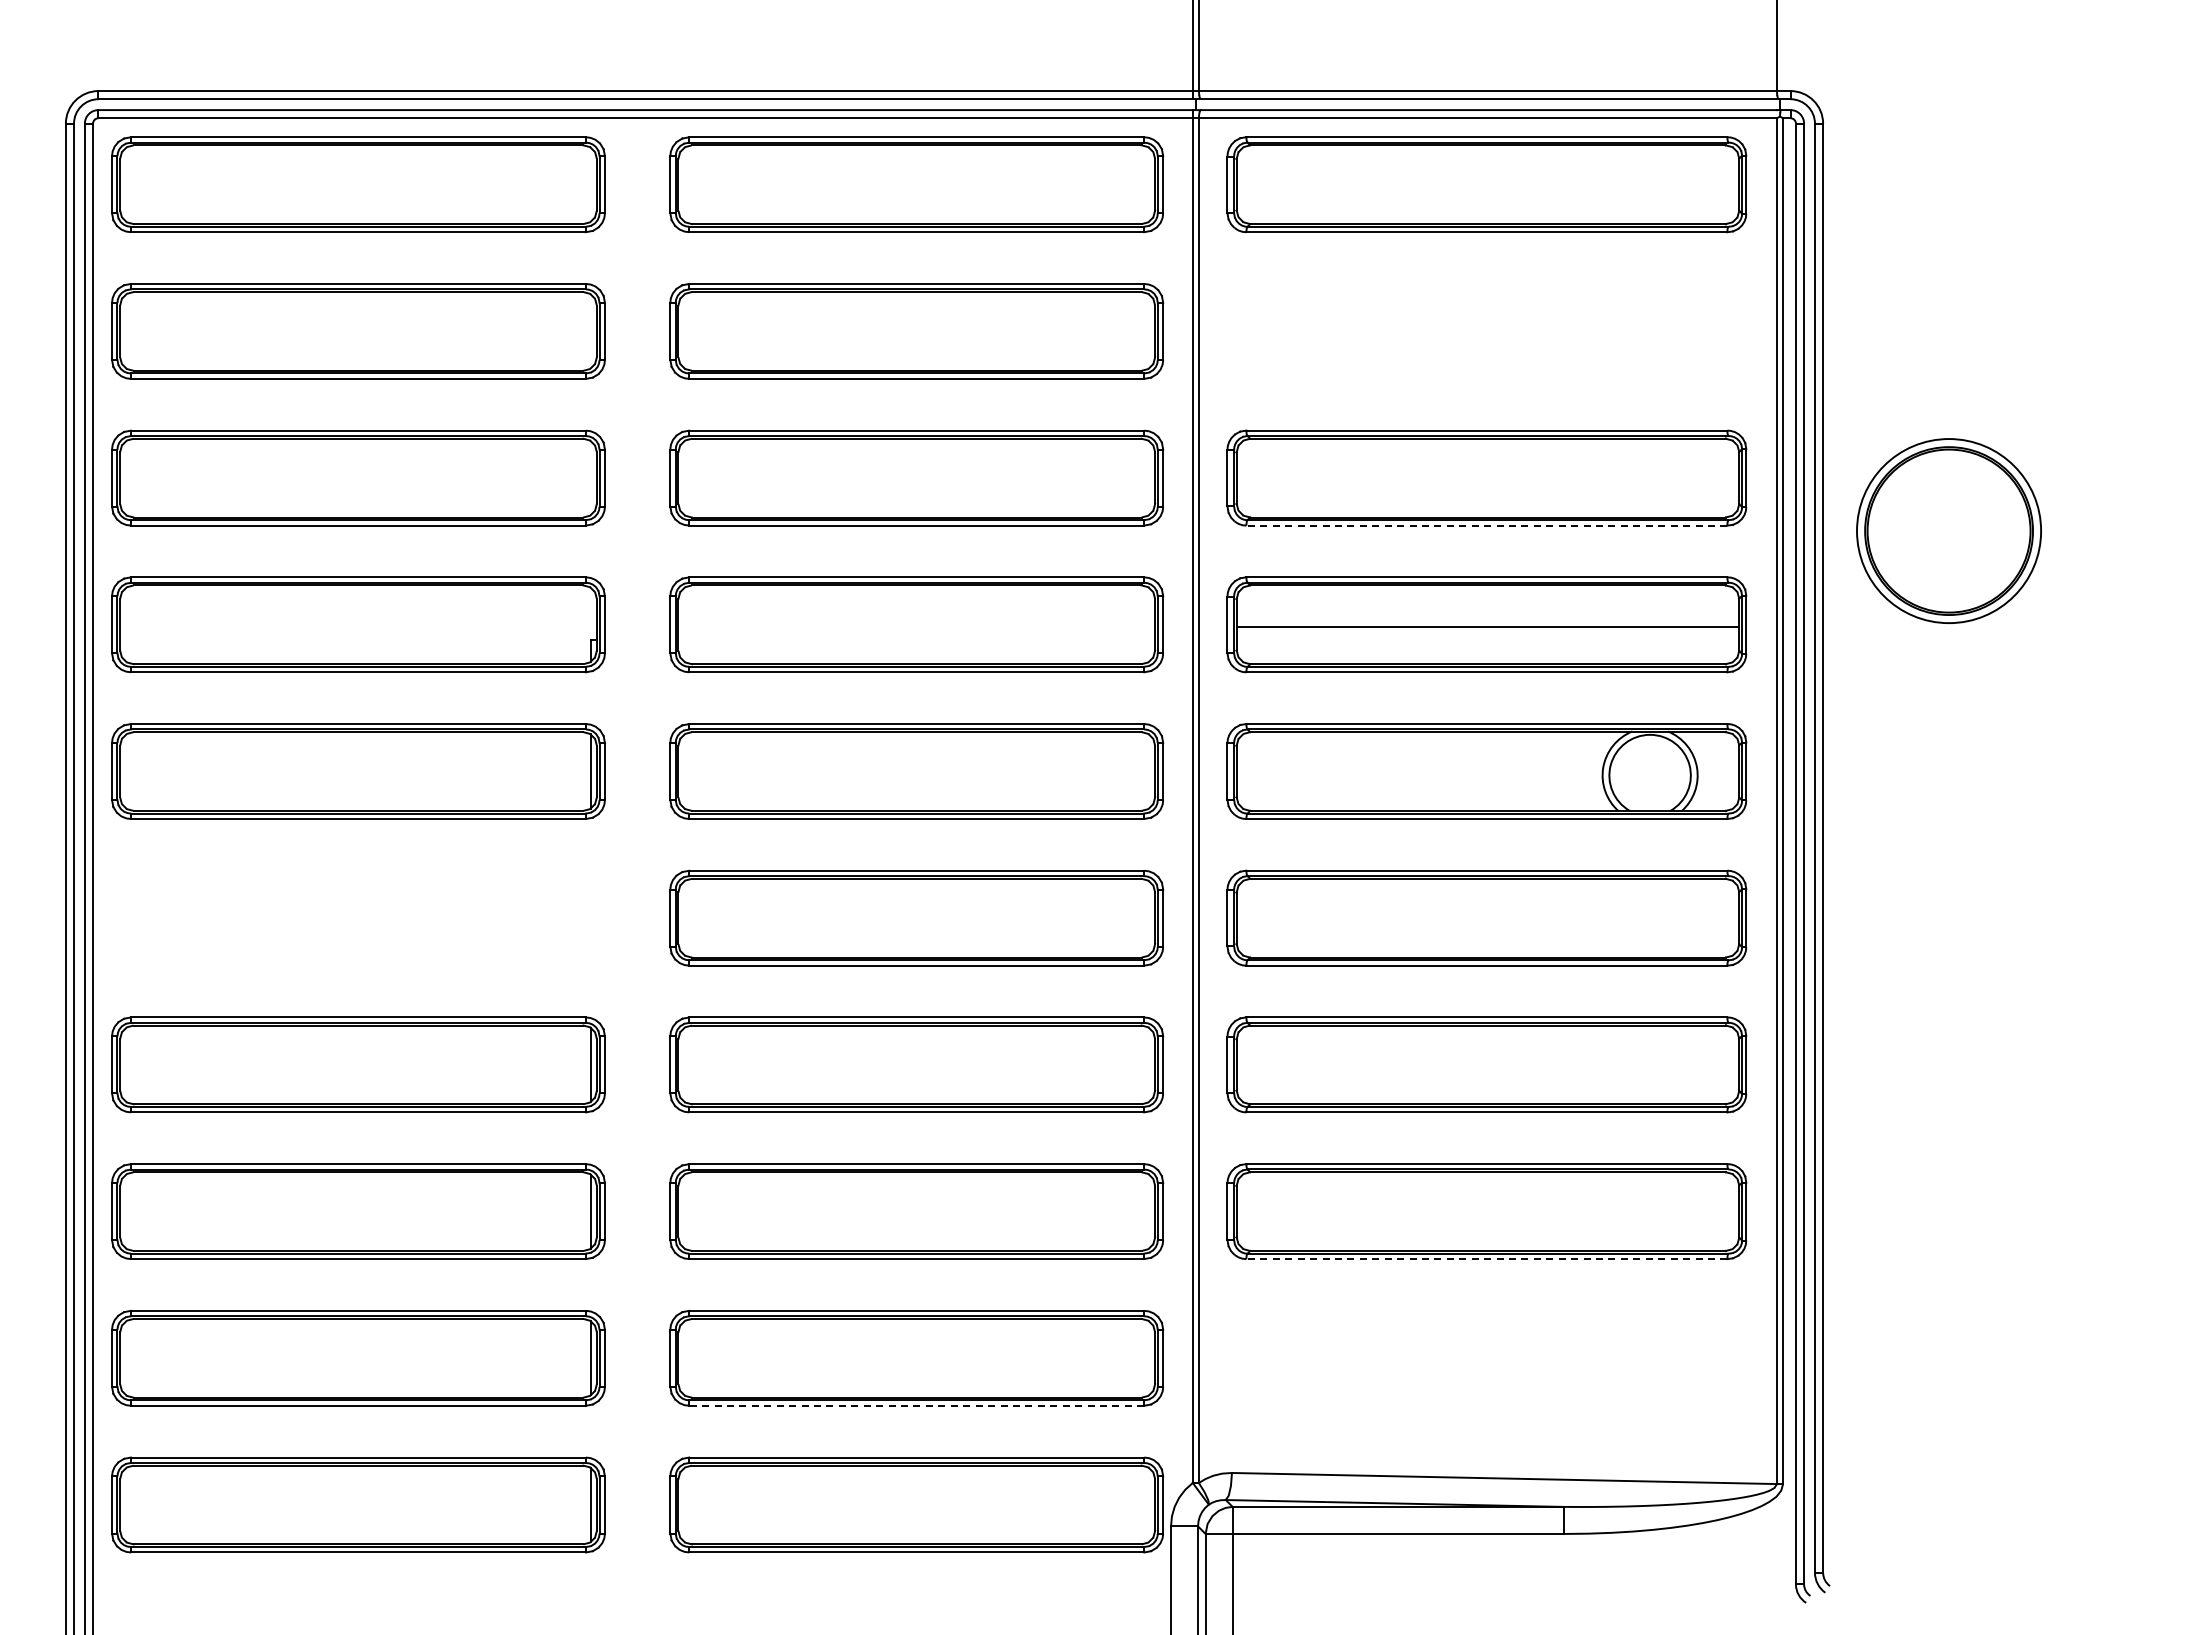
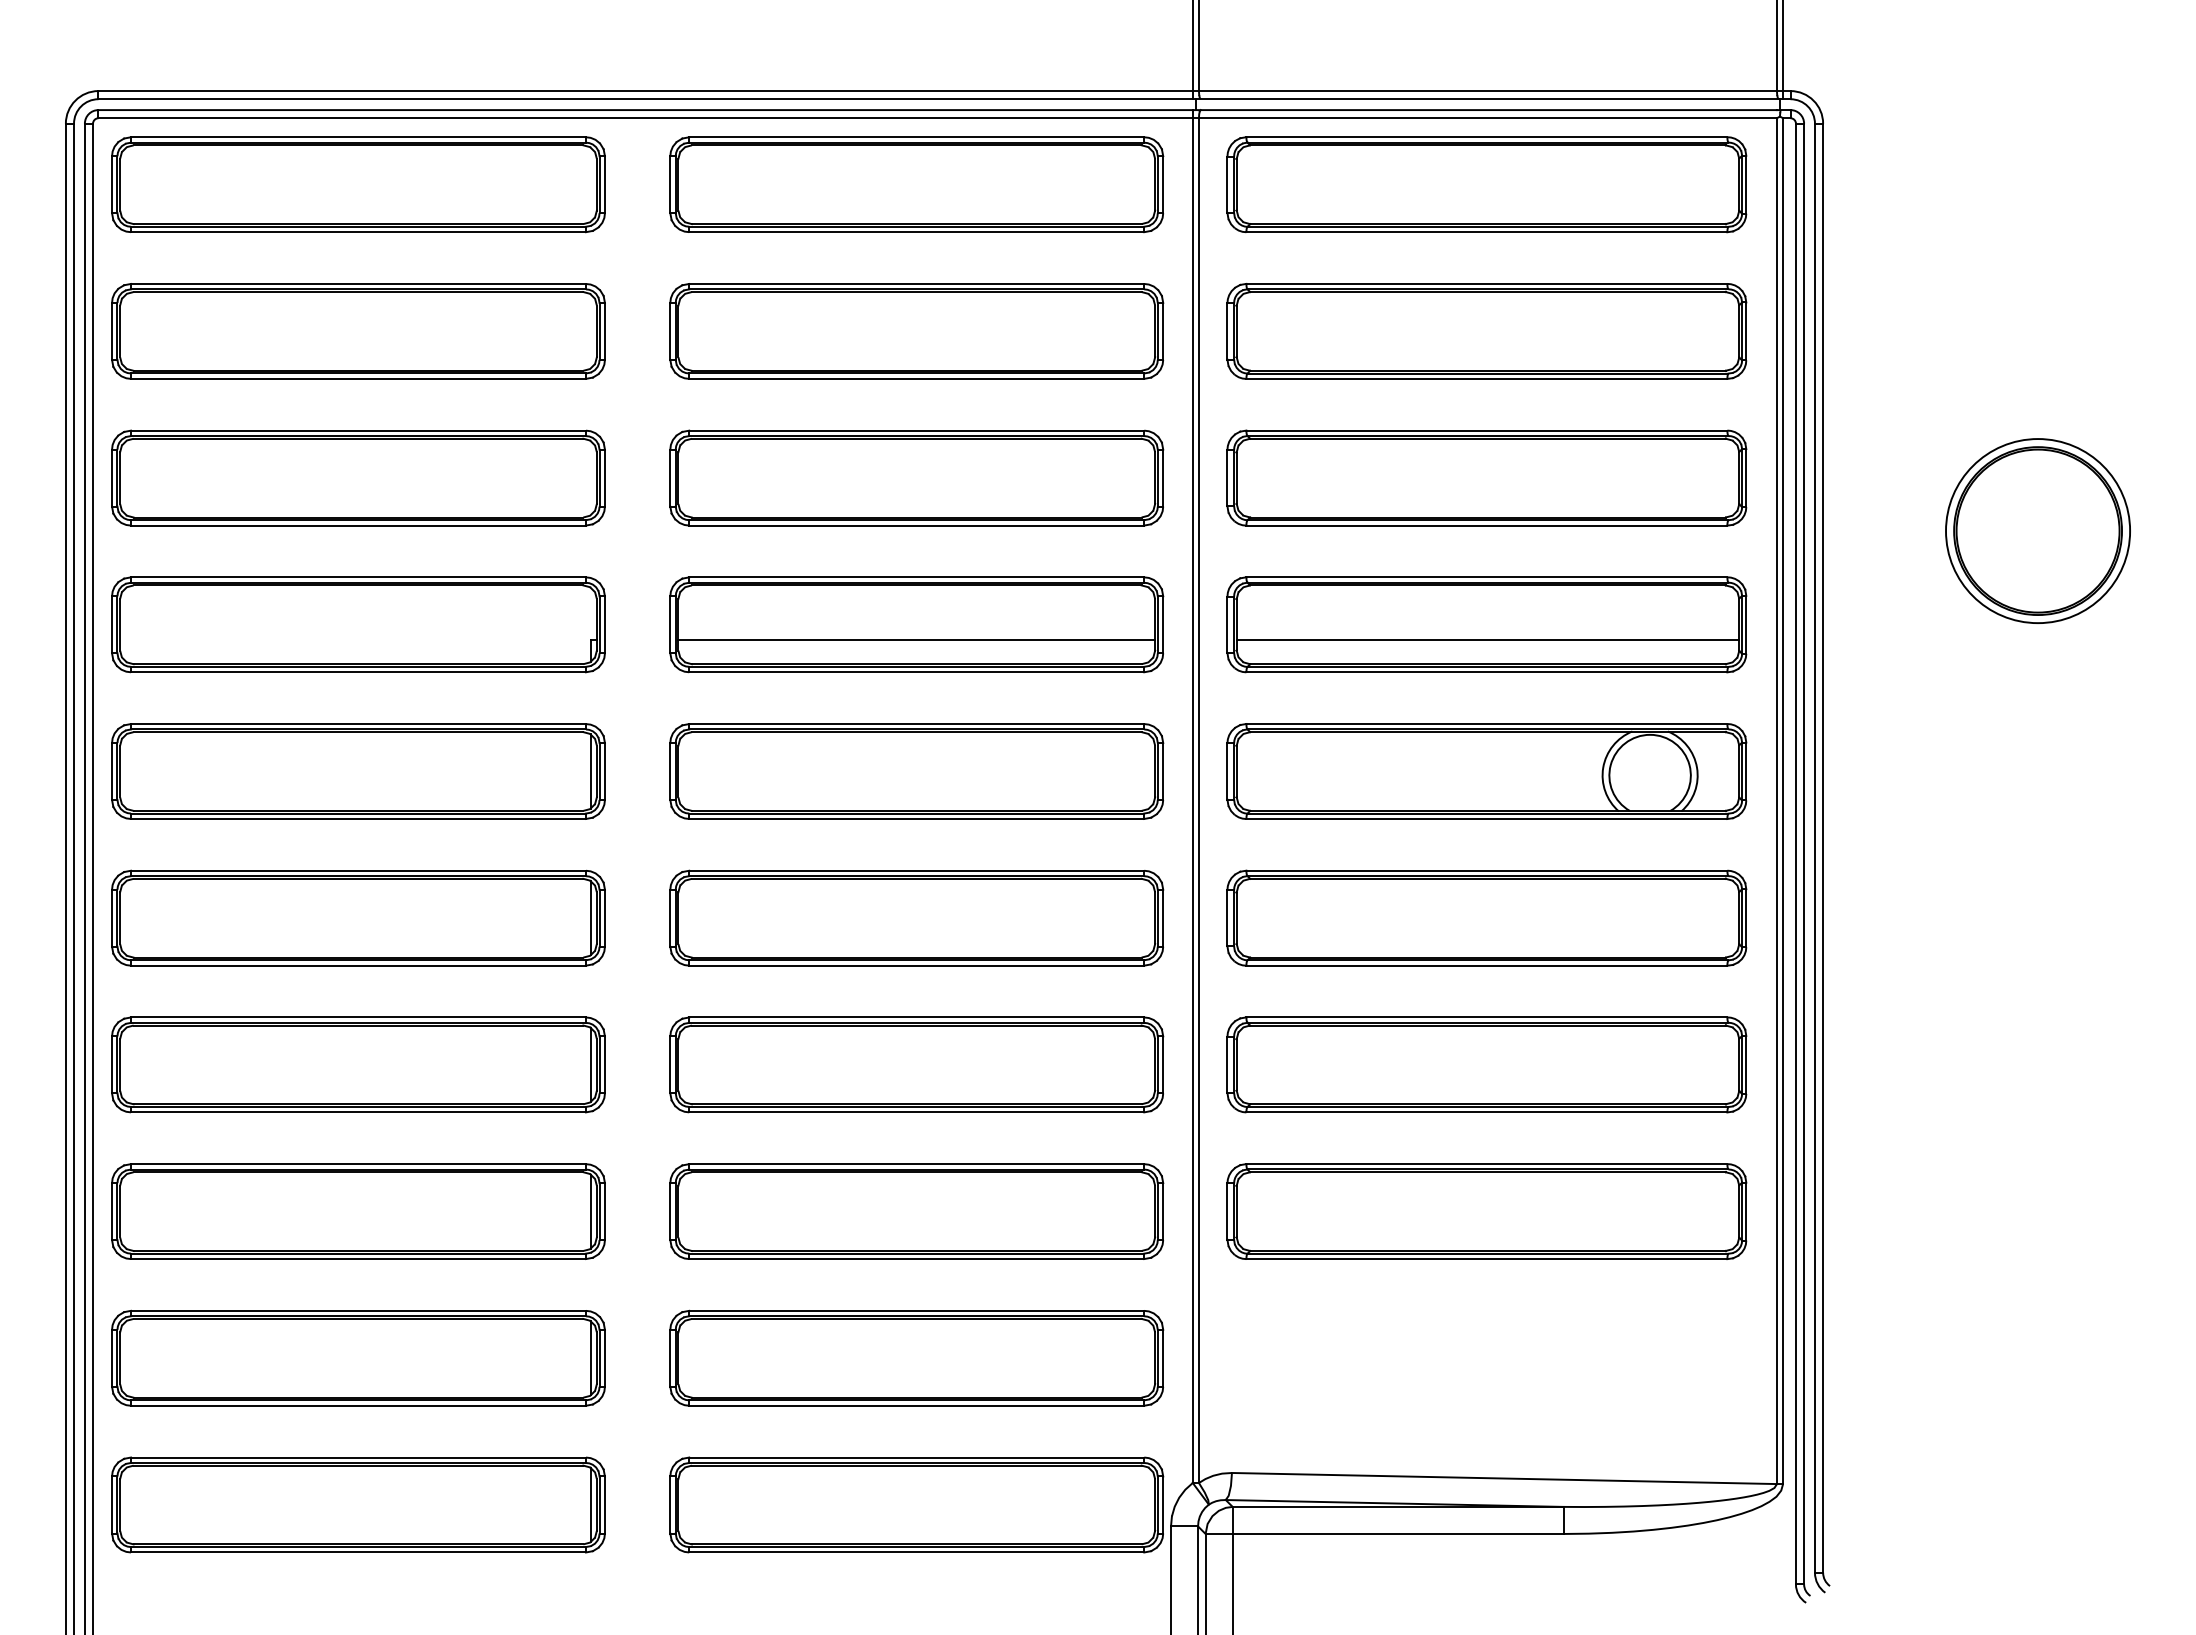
line at (1783, 50): none -> present
part at (1486, 331): none -> present
line at (1486, 525): dashed -> solid
part at (1948, 530) position: (1948, 530) -> (2037, 530)
line at (1487, 626) position: (1487, 626) -> (1487, 639)
line at (916, 639): none -> present
part at (358, 917): none -> present
line at (1486, 1259): dashed -> solid
line at (916, 1405): dashed -> solid
